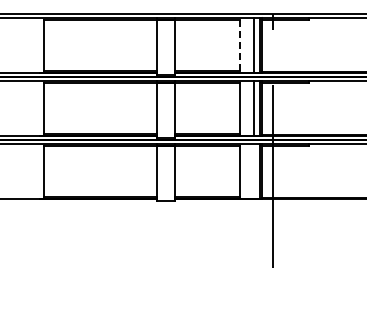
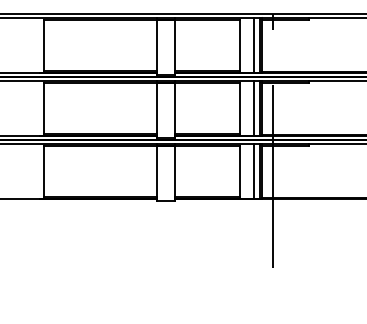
line at (239, 45): dashed -> solid
line at (254, 171): none -> present
